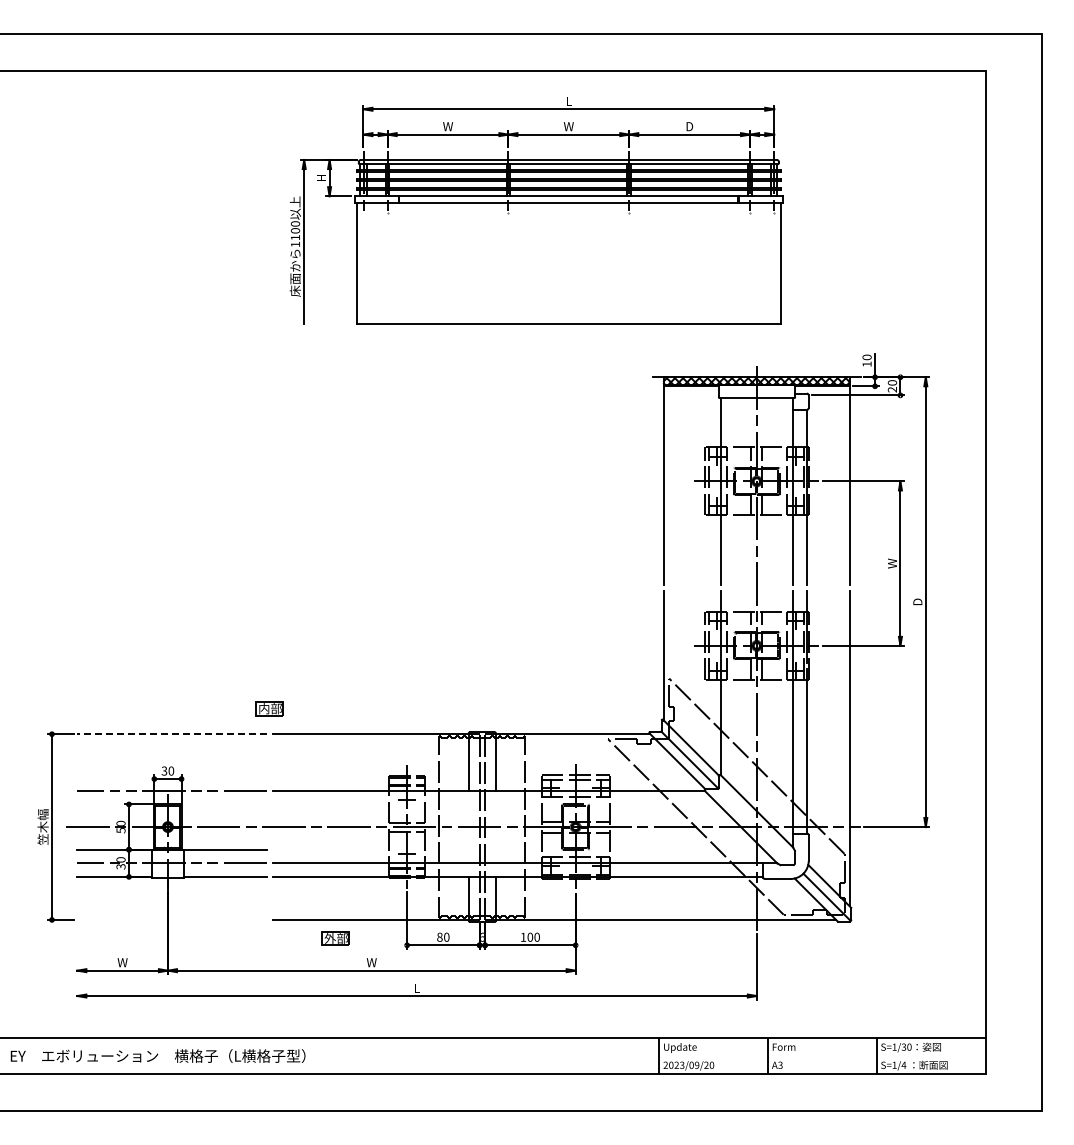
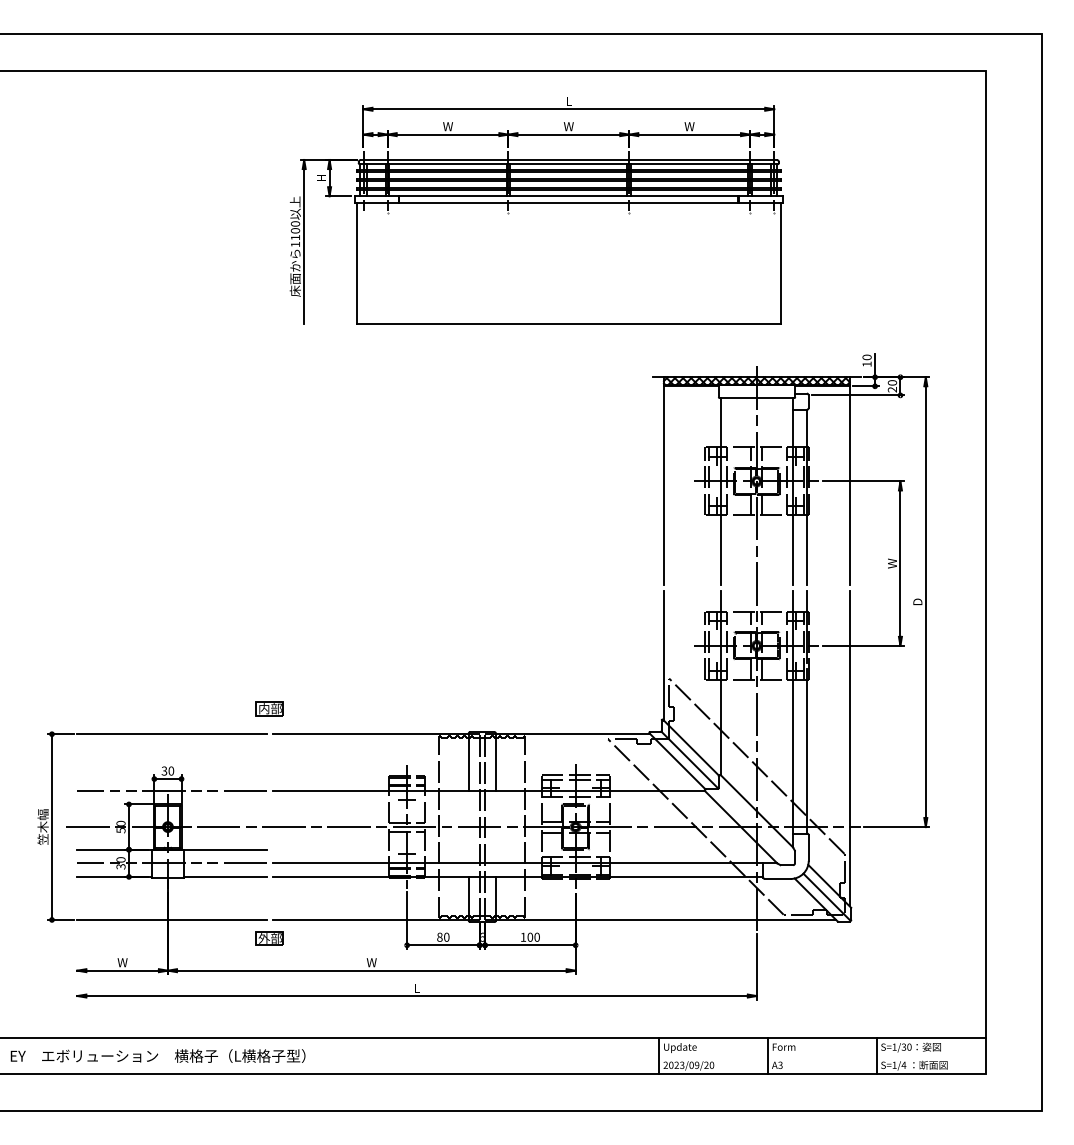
text at (689, 126): D -> W
line at (172, 734): dashed -> solid
line at (172, 919): none -> present
part at (335, 938) position: (335, 938) -> (269, 938)
